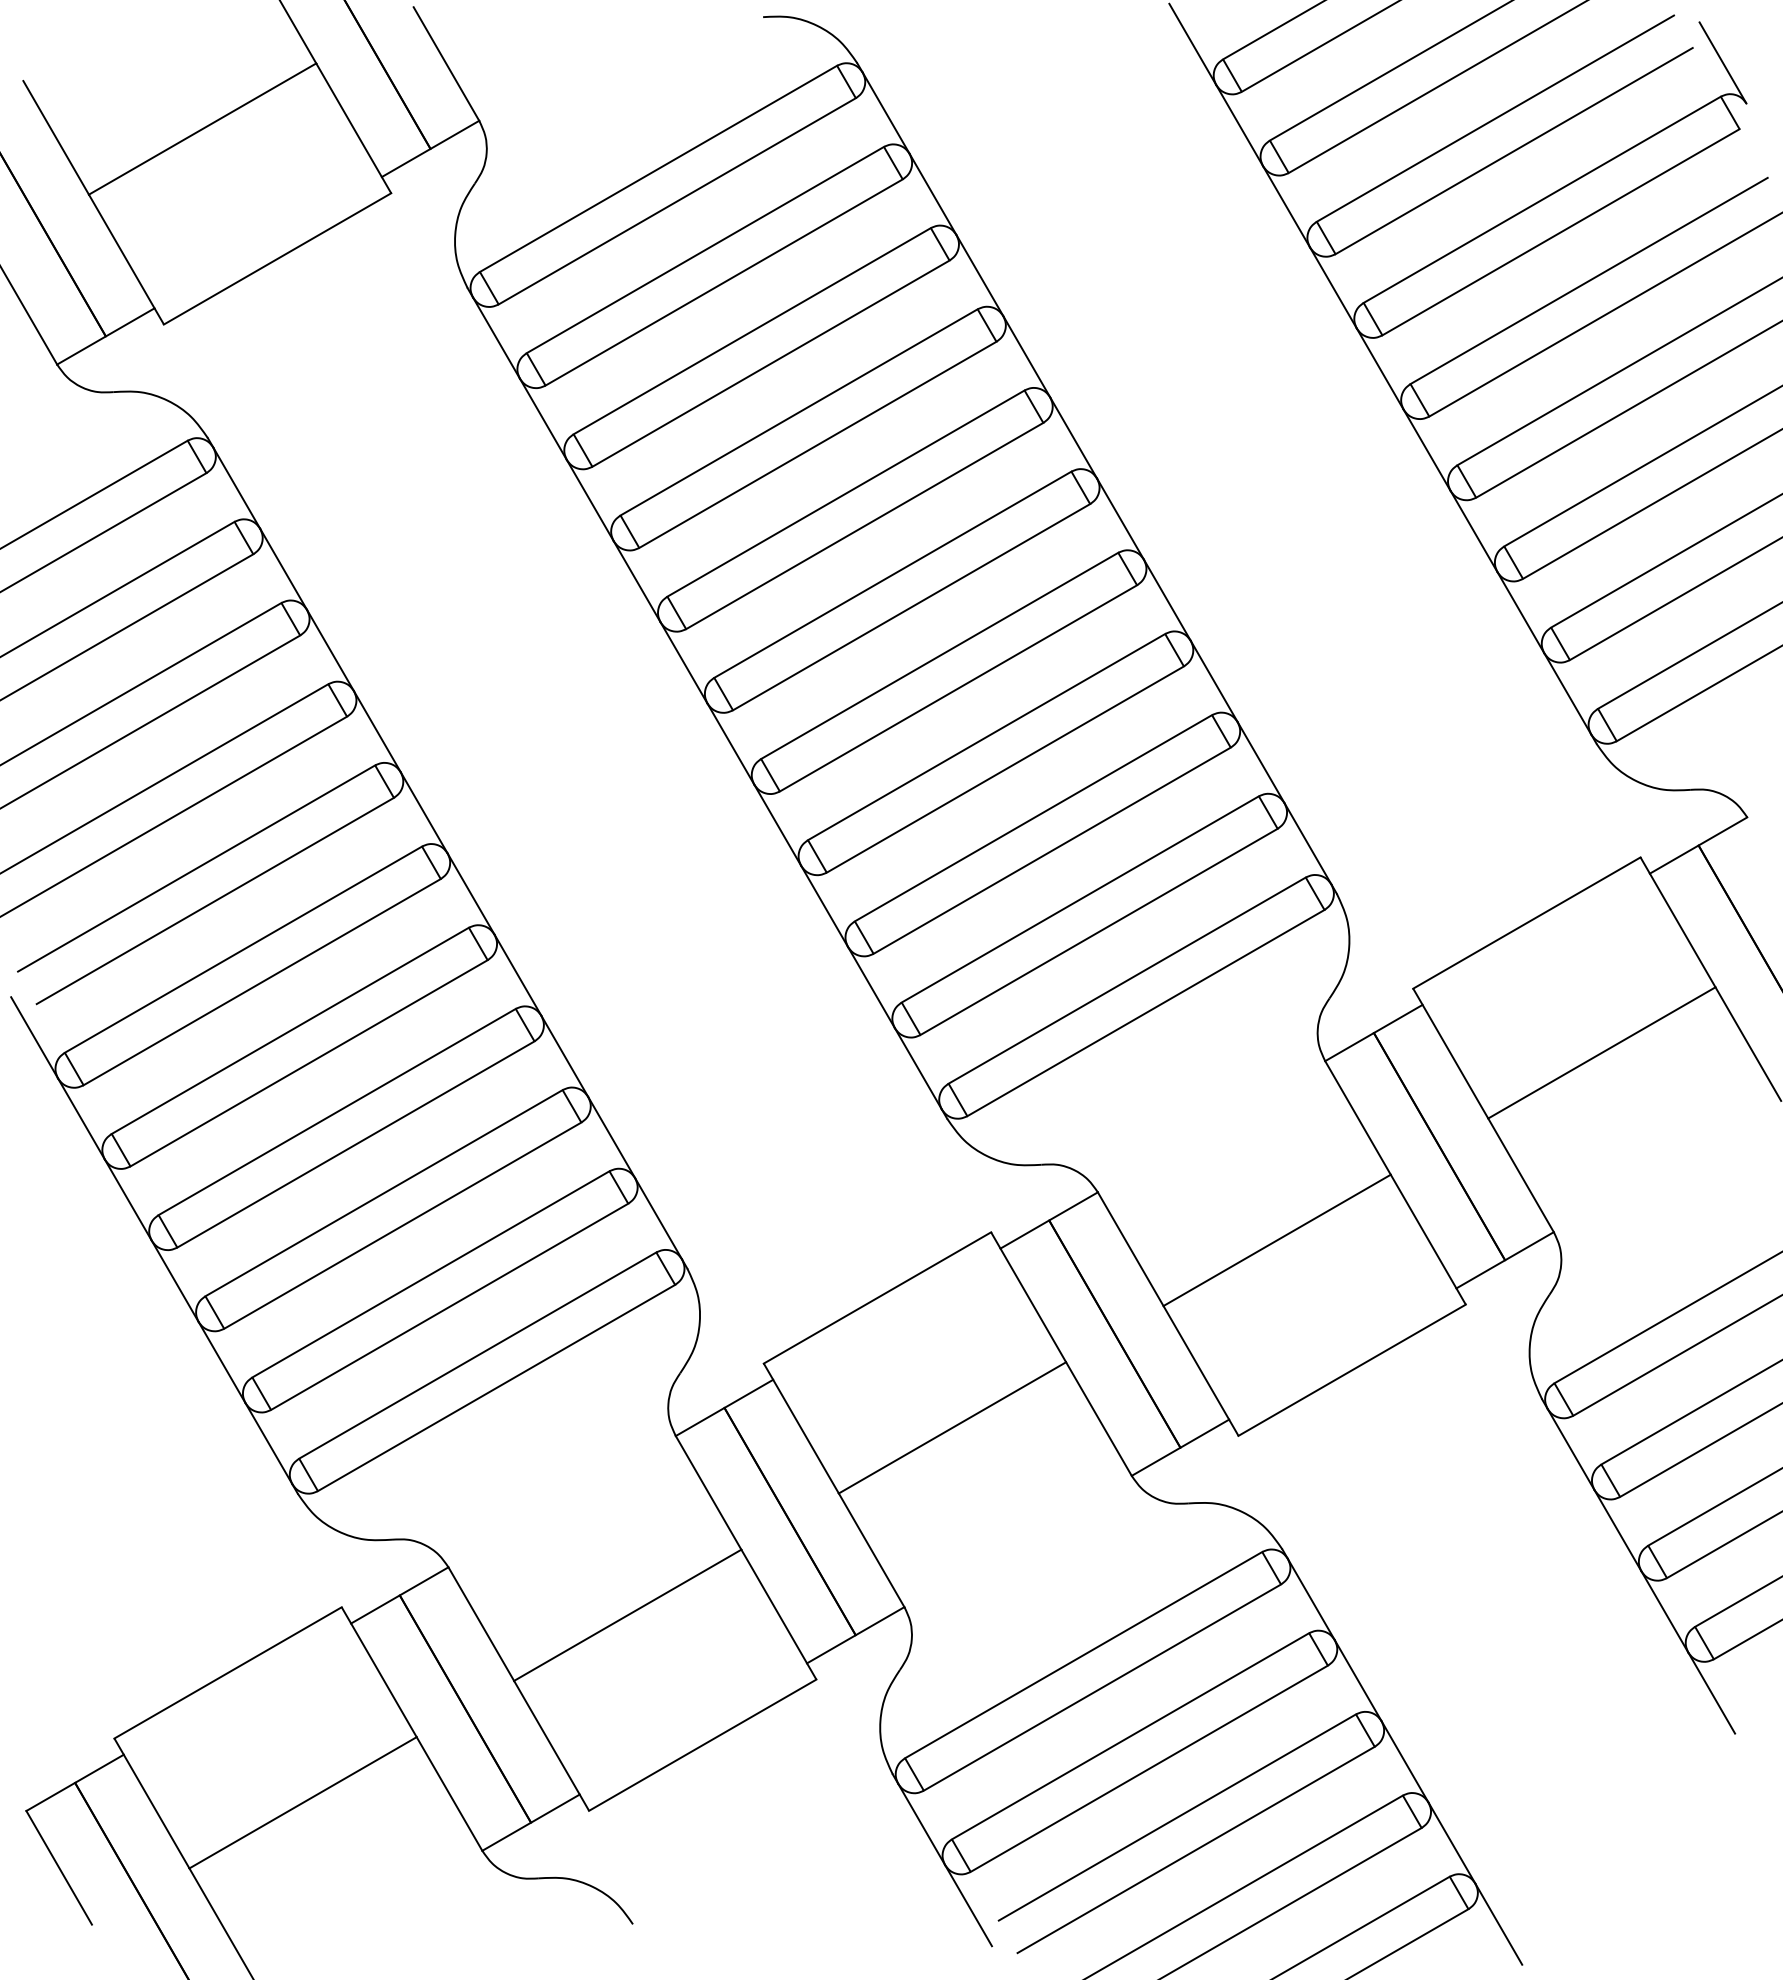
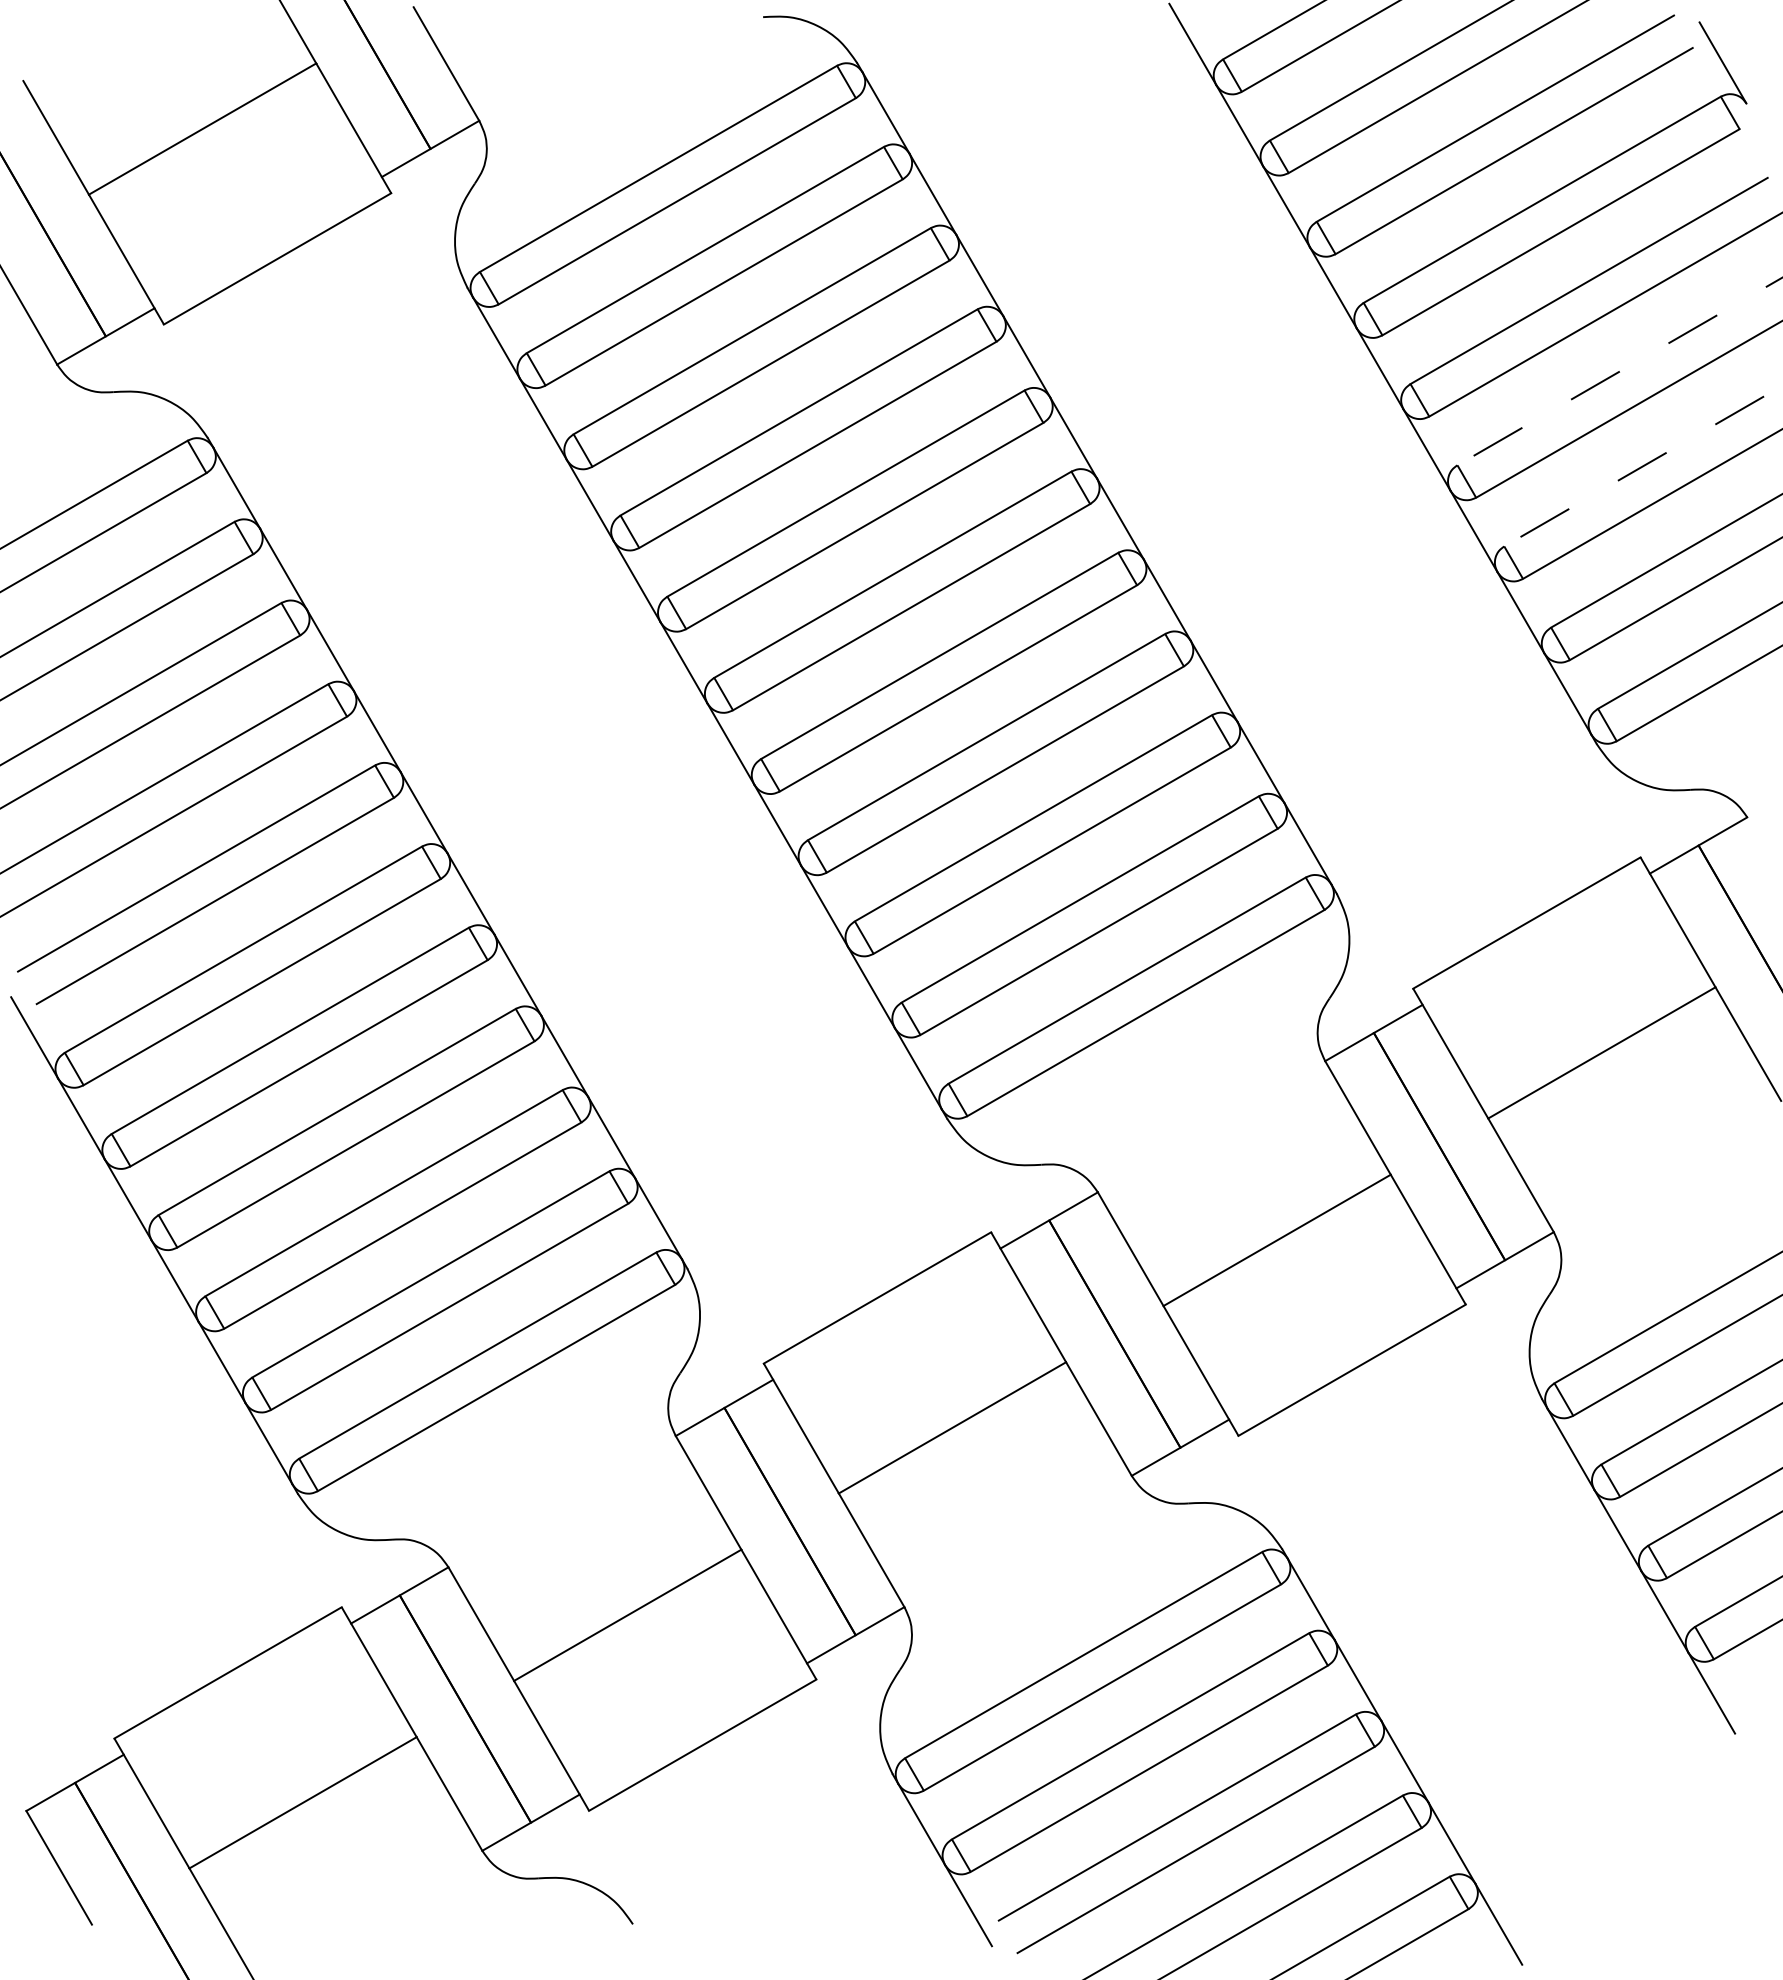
line at (1620, 371): solid -> dashed
line at (1643, 466): solid -> dashed
